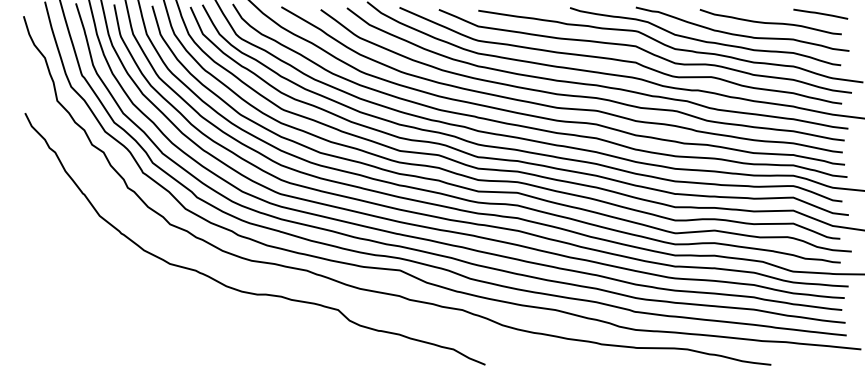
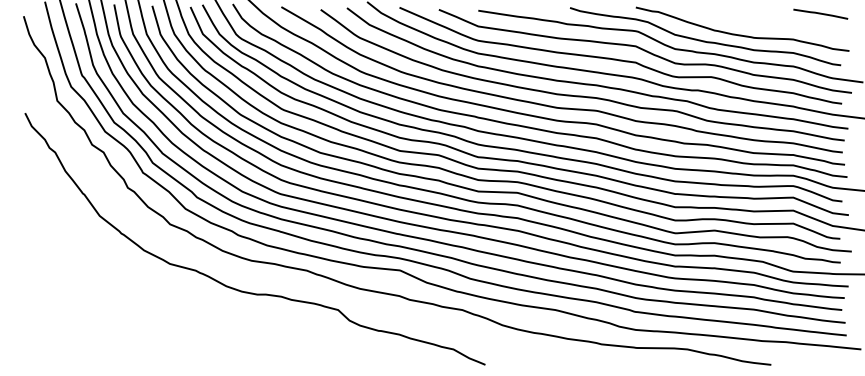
curve at (770, 22): present -> none
